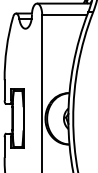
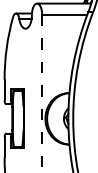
line at (42, 93): solid -> dashed
